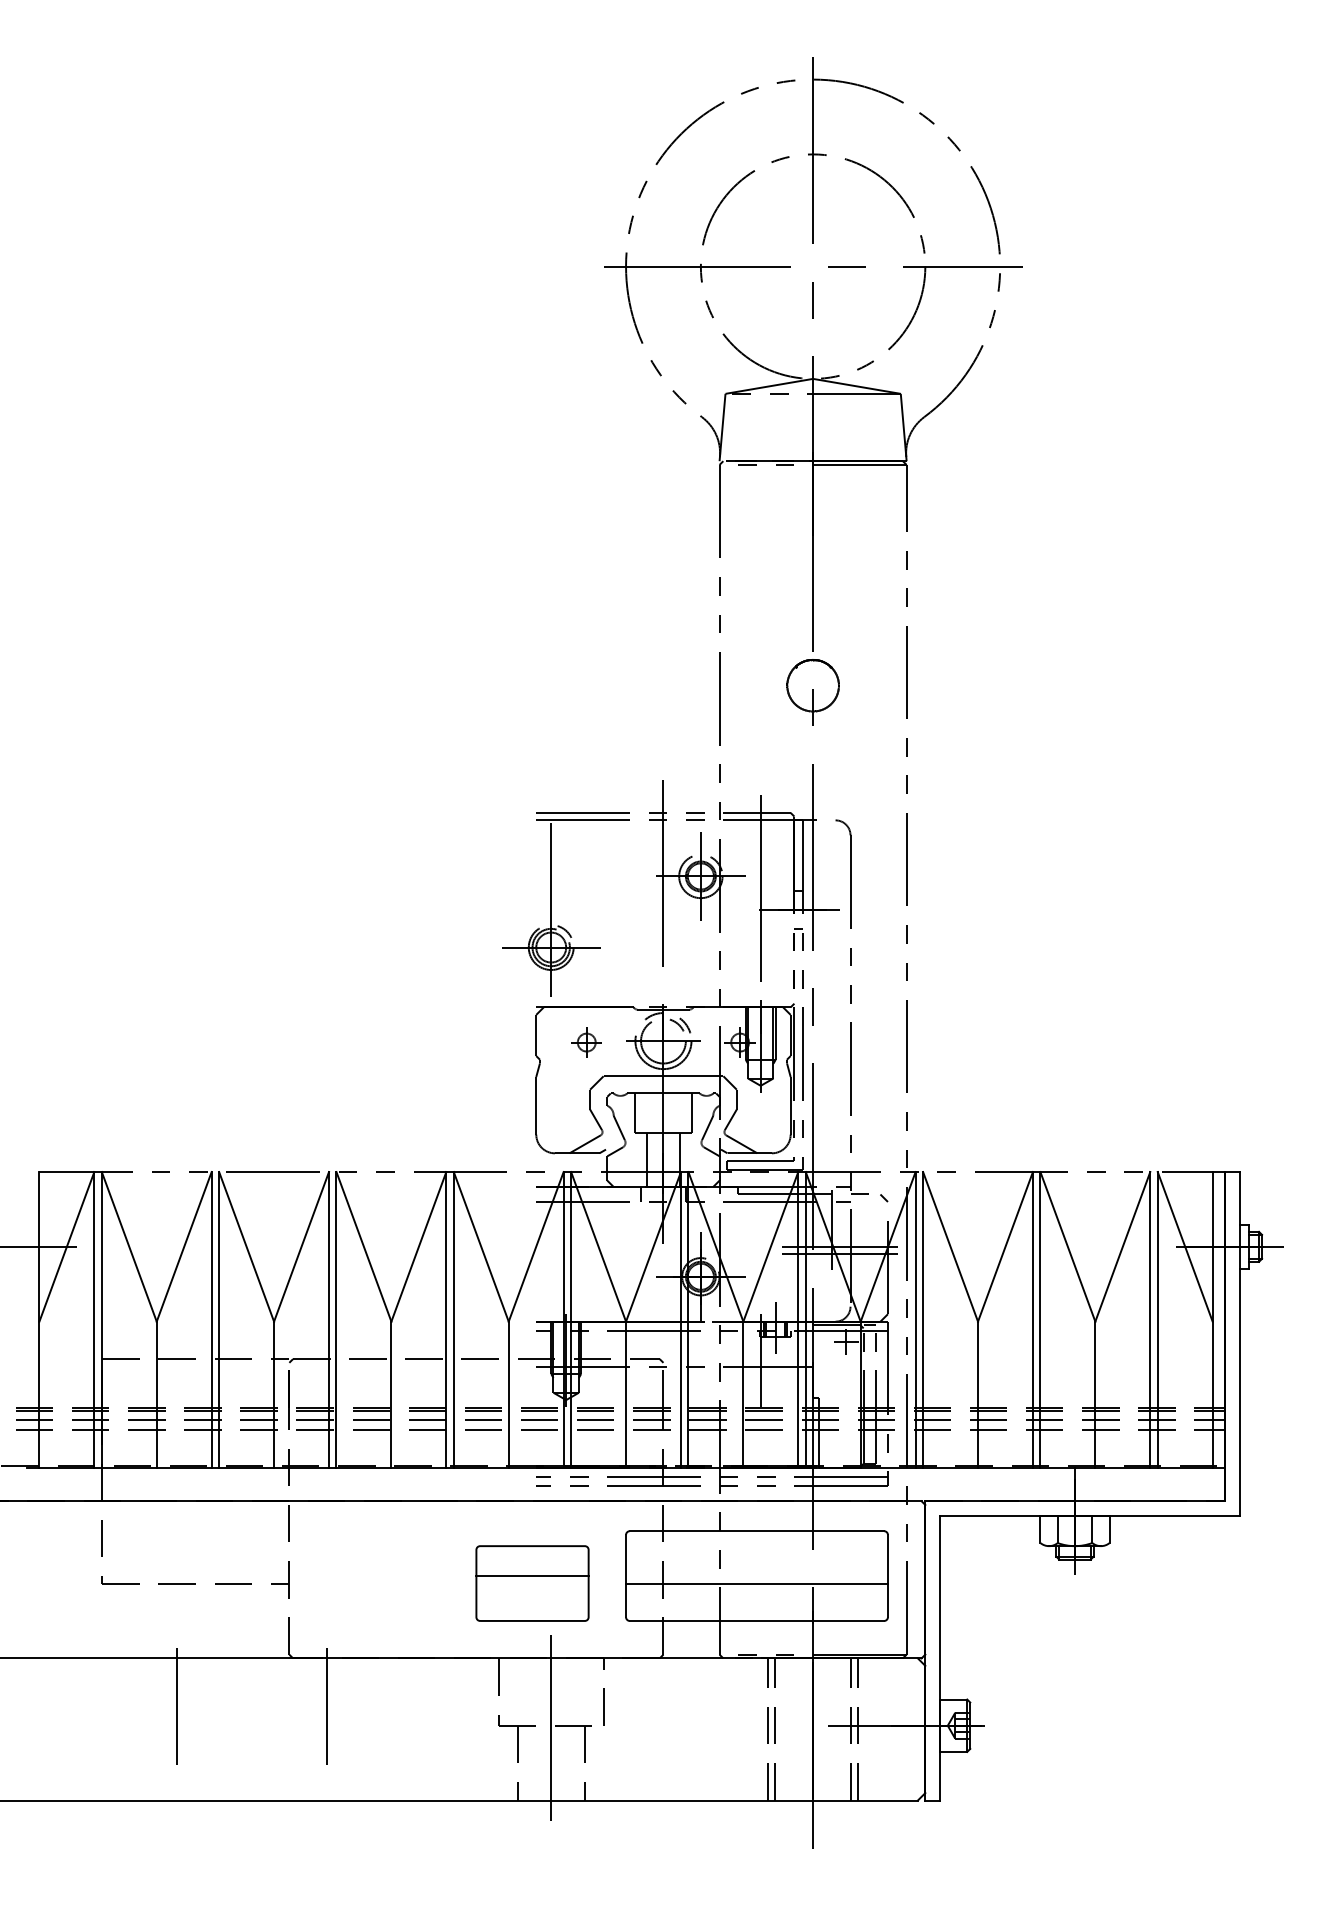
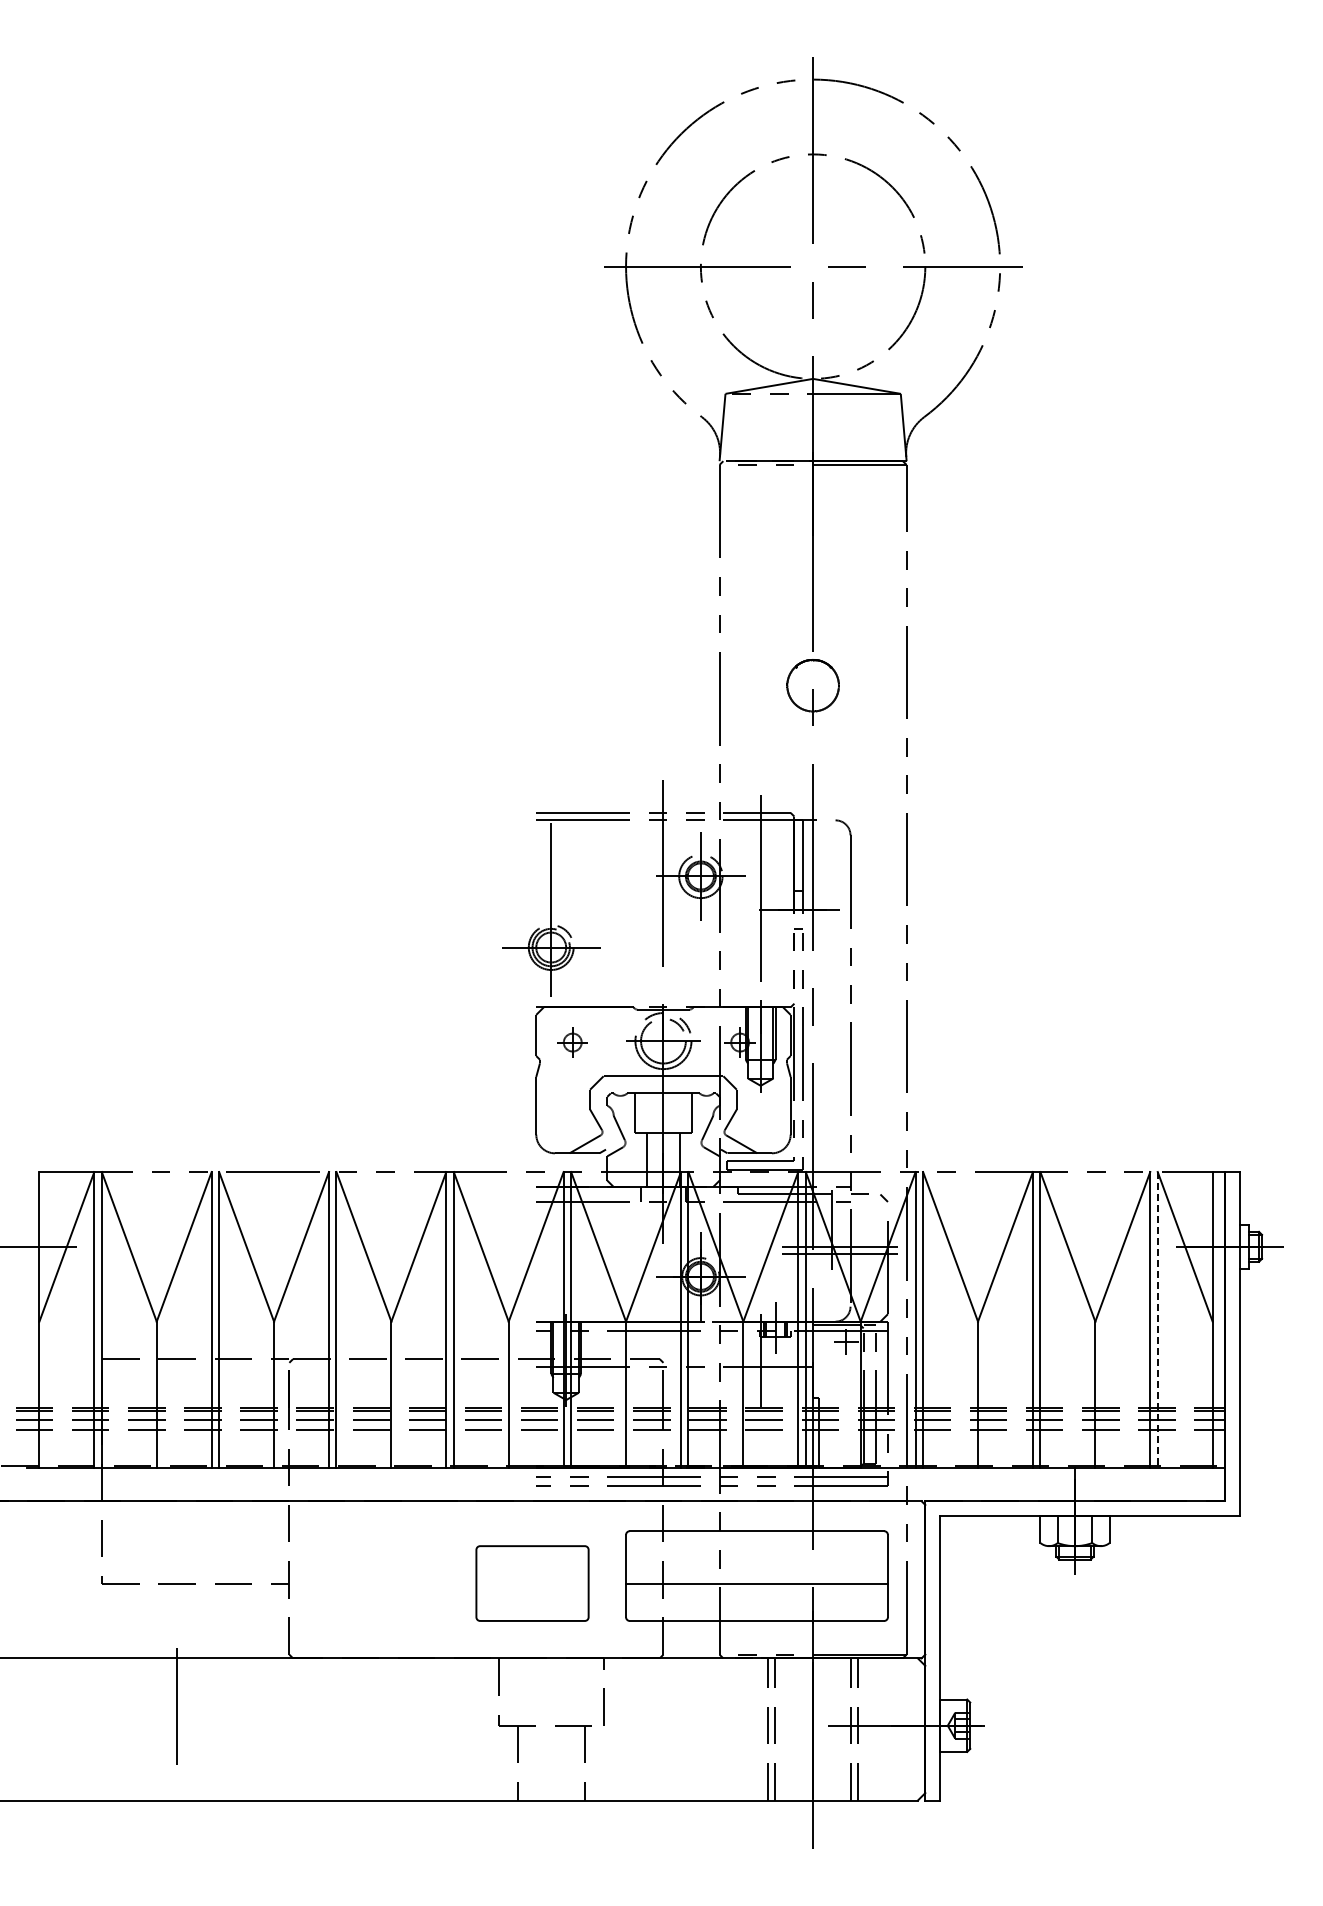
part at (586, 1042) position: (586, 1042) -> (572, 1042)
line at (1157, 1319): solid -> dashed
line at (532, 1576): present -> none
line at (326, 1705): present -> none
line at (551, 1727): present -> none
